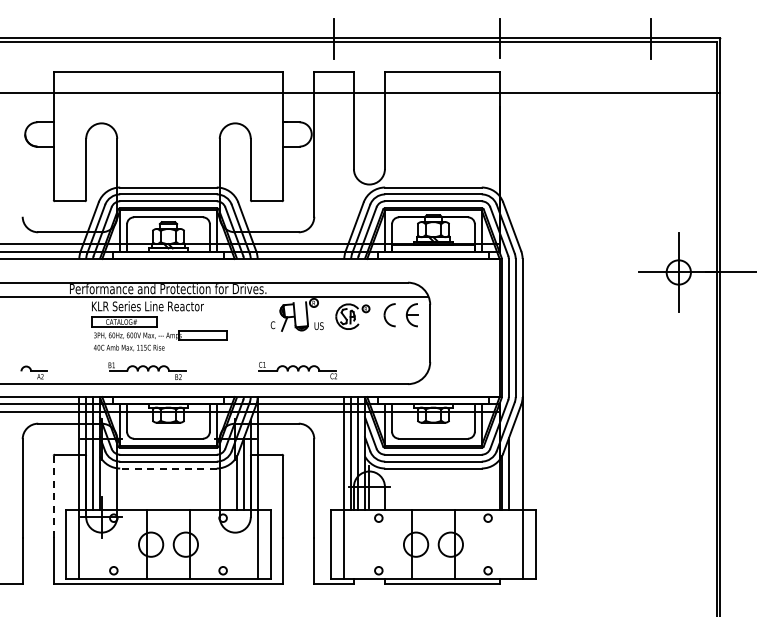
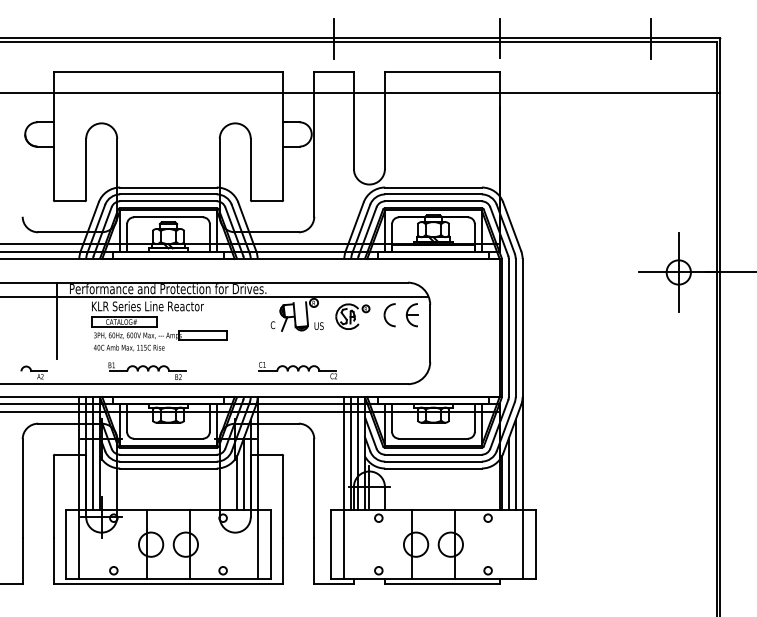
line at (57, 320): none -> present
line at (515, 464): none -> present
line at (168, 468): dashed -> solid
line at (53, 496): dashed -> solid
